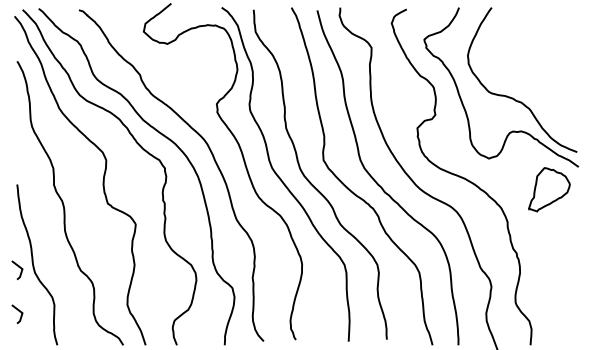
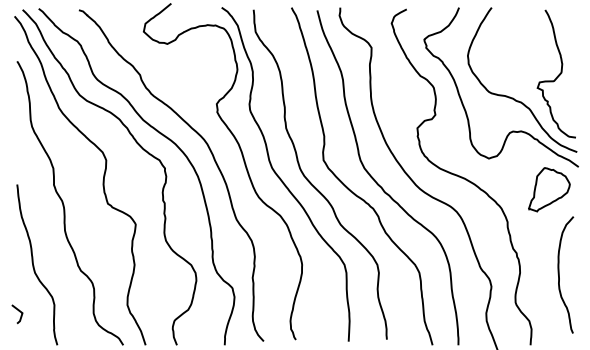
curve at (557, 75): none -> present
line at (19, 268): present -> none
curve at (559, 274): none -> present
